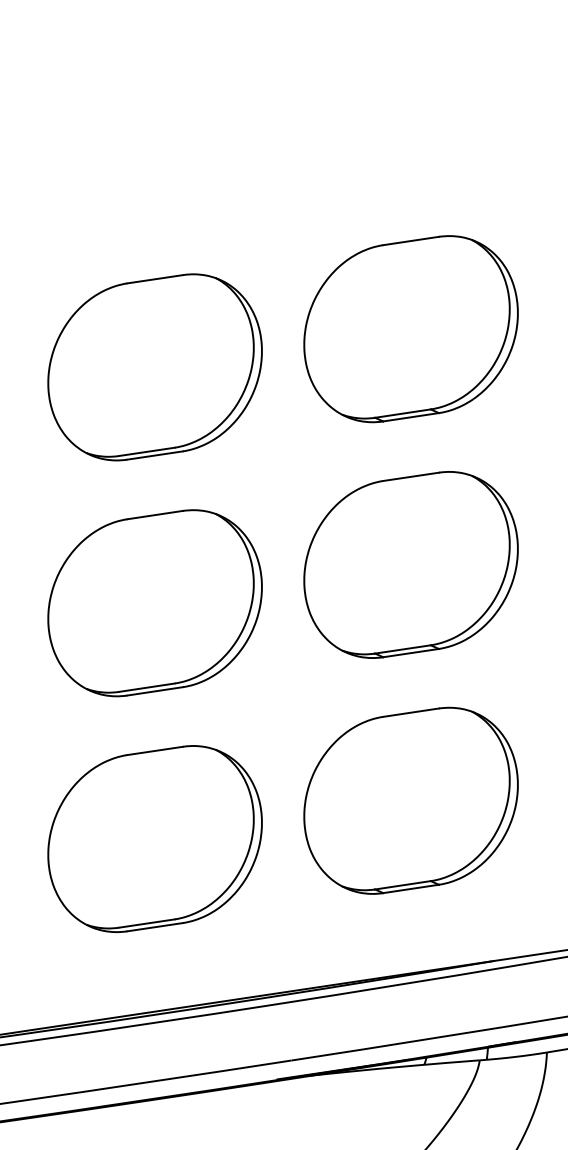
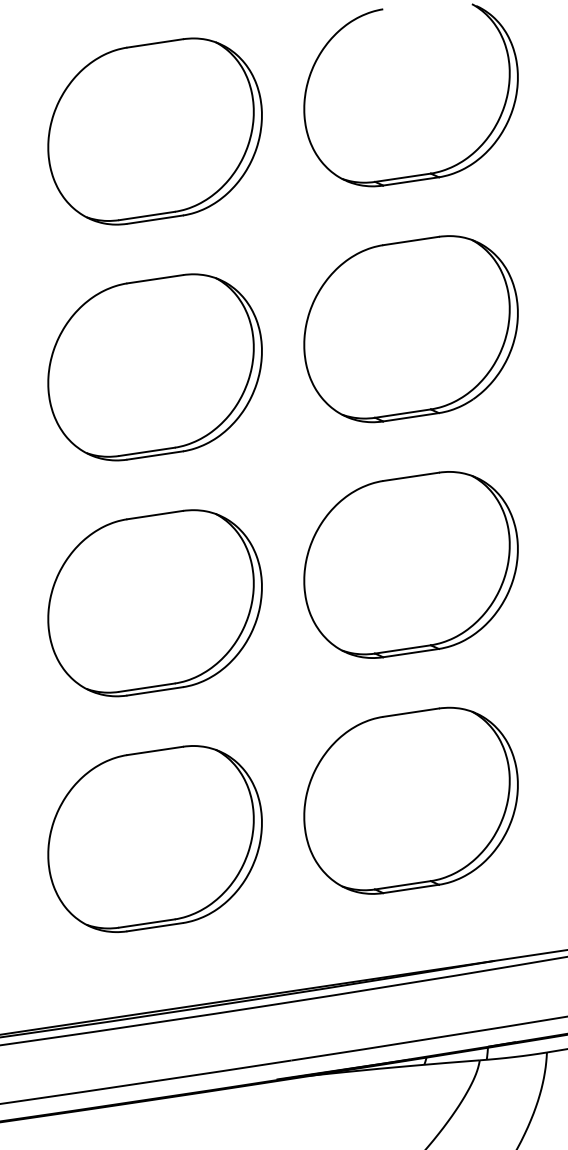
part at (154, 131): none -> present
part at (423, 173): none -> present
